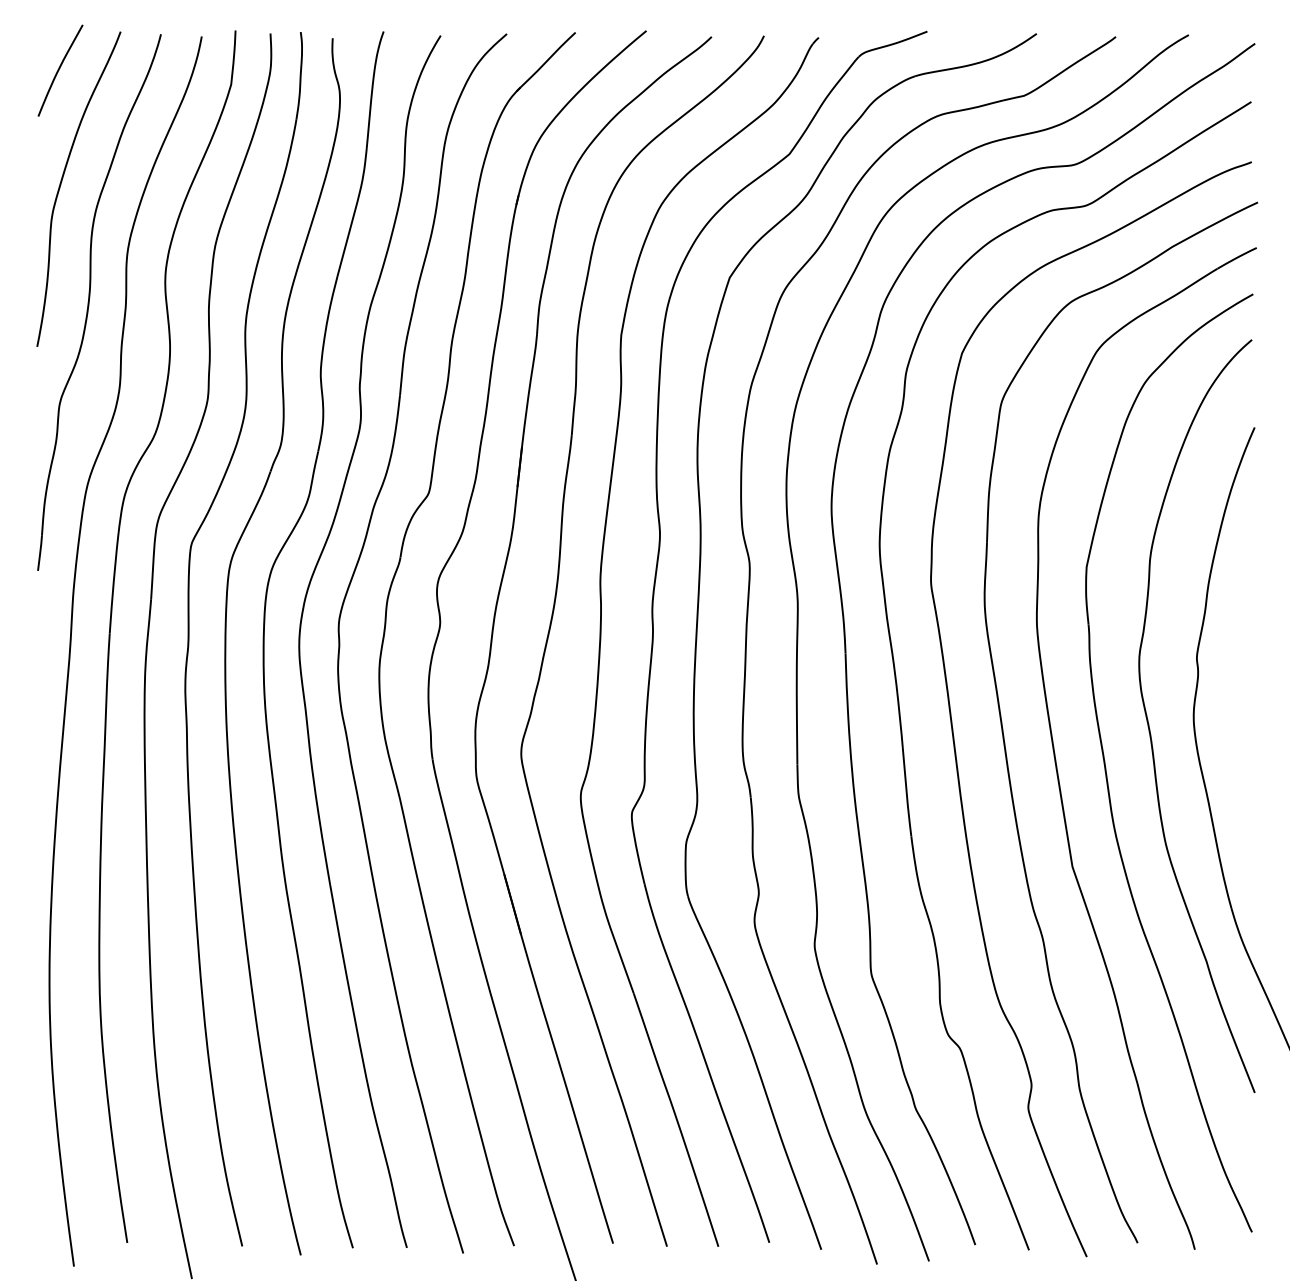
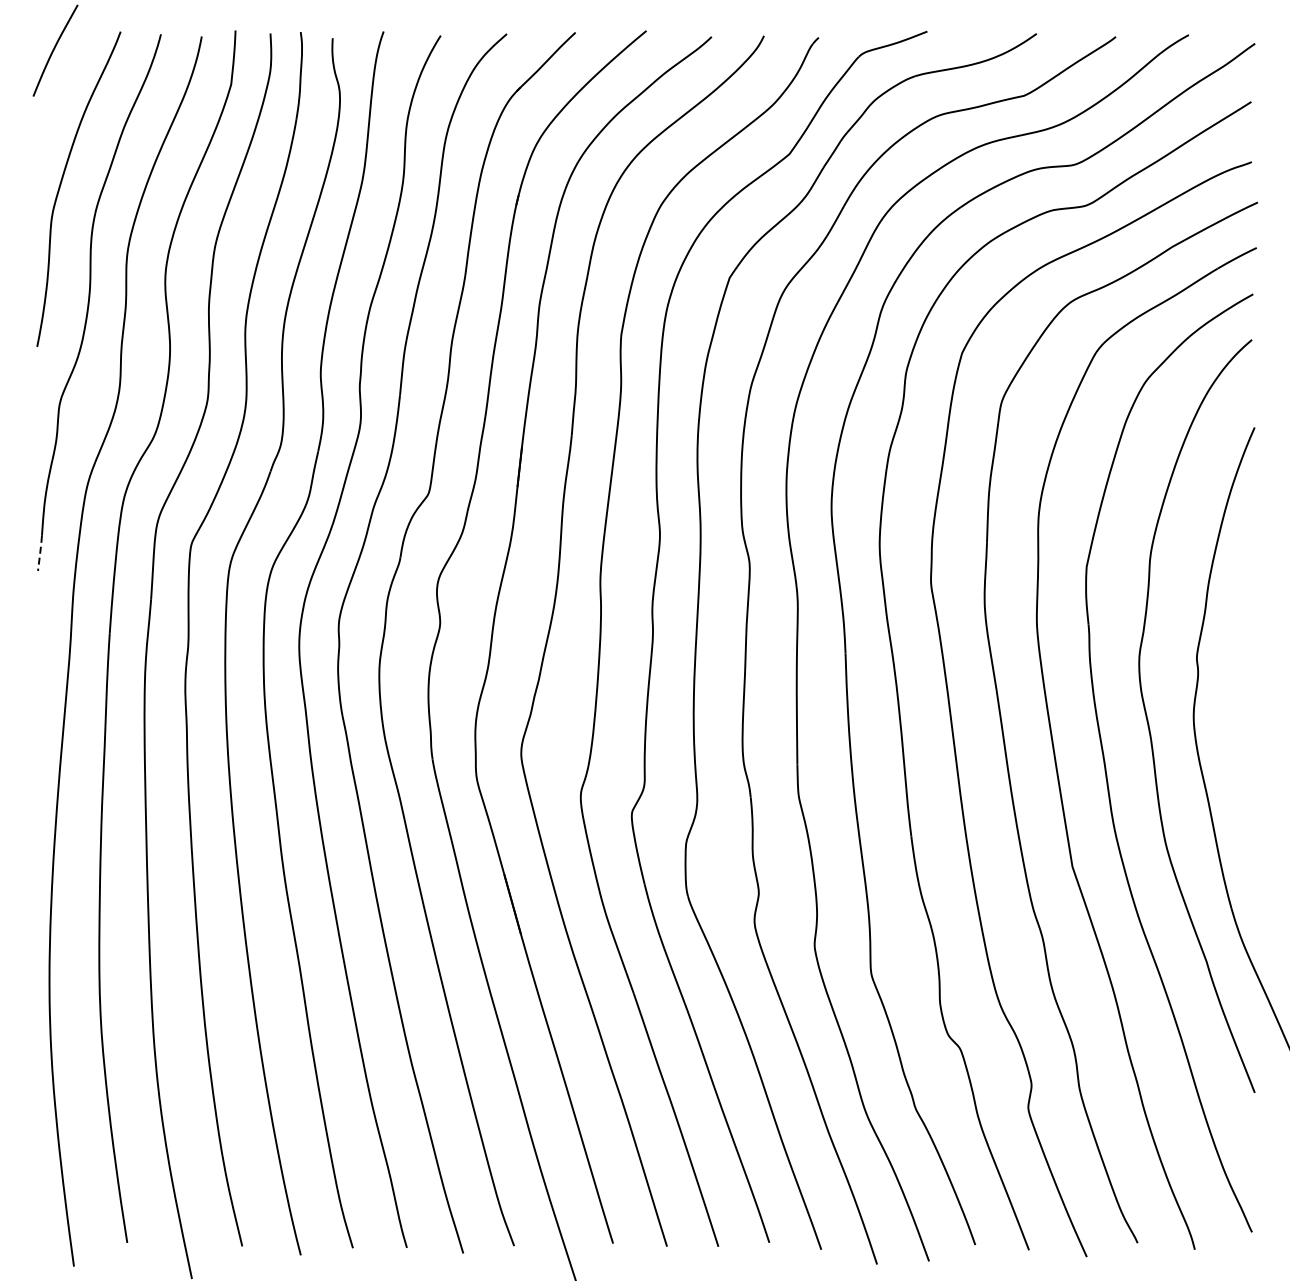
curve at (59, 70) position: (59, 70) -> (54, 50)
line at (40, 553): solid -> dashed
